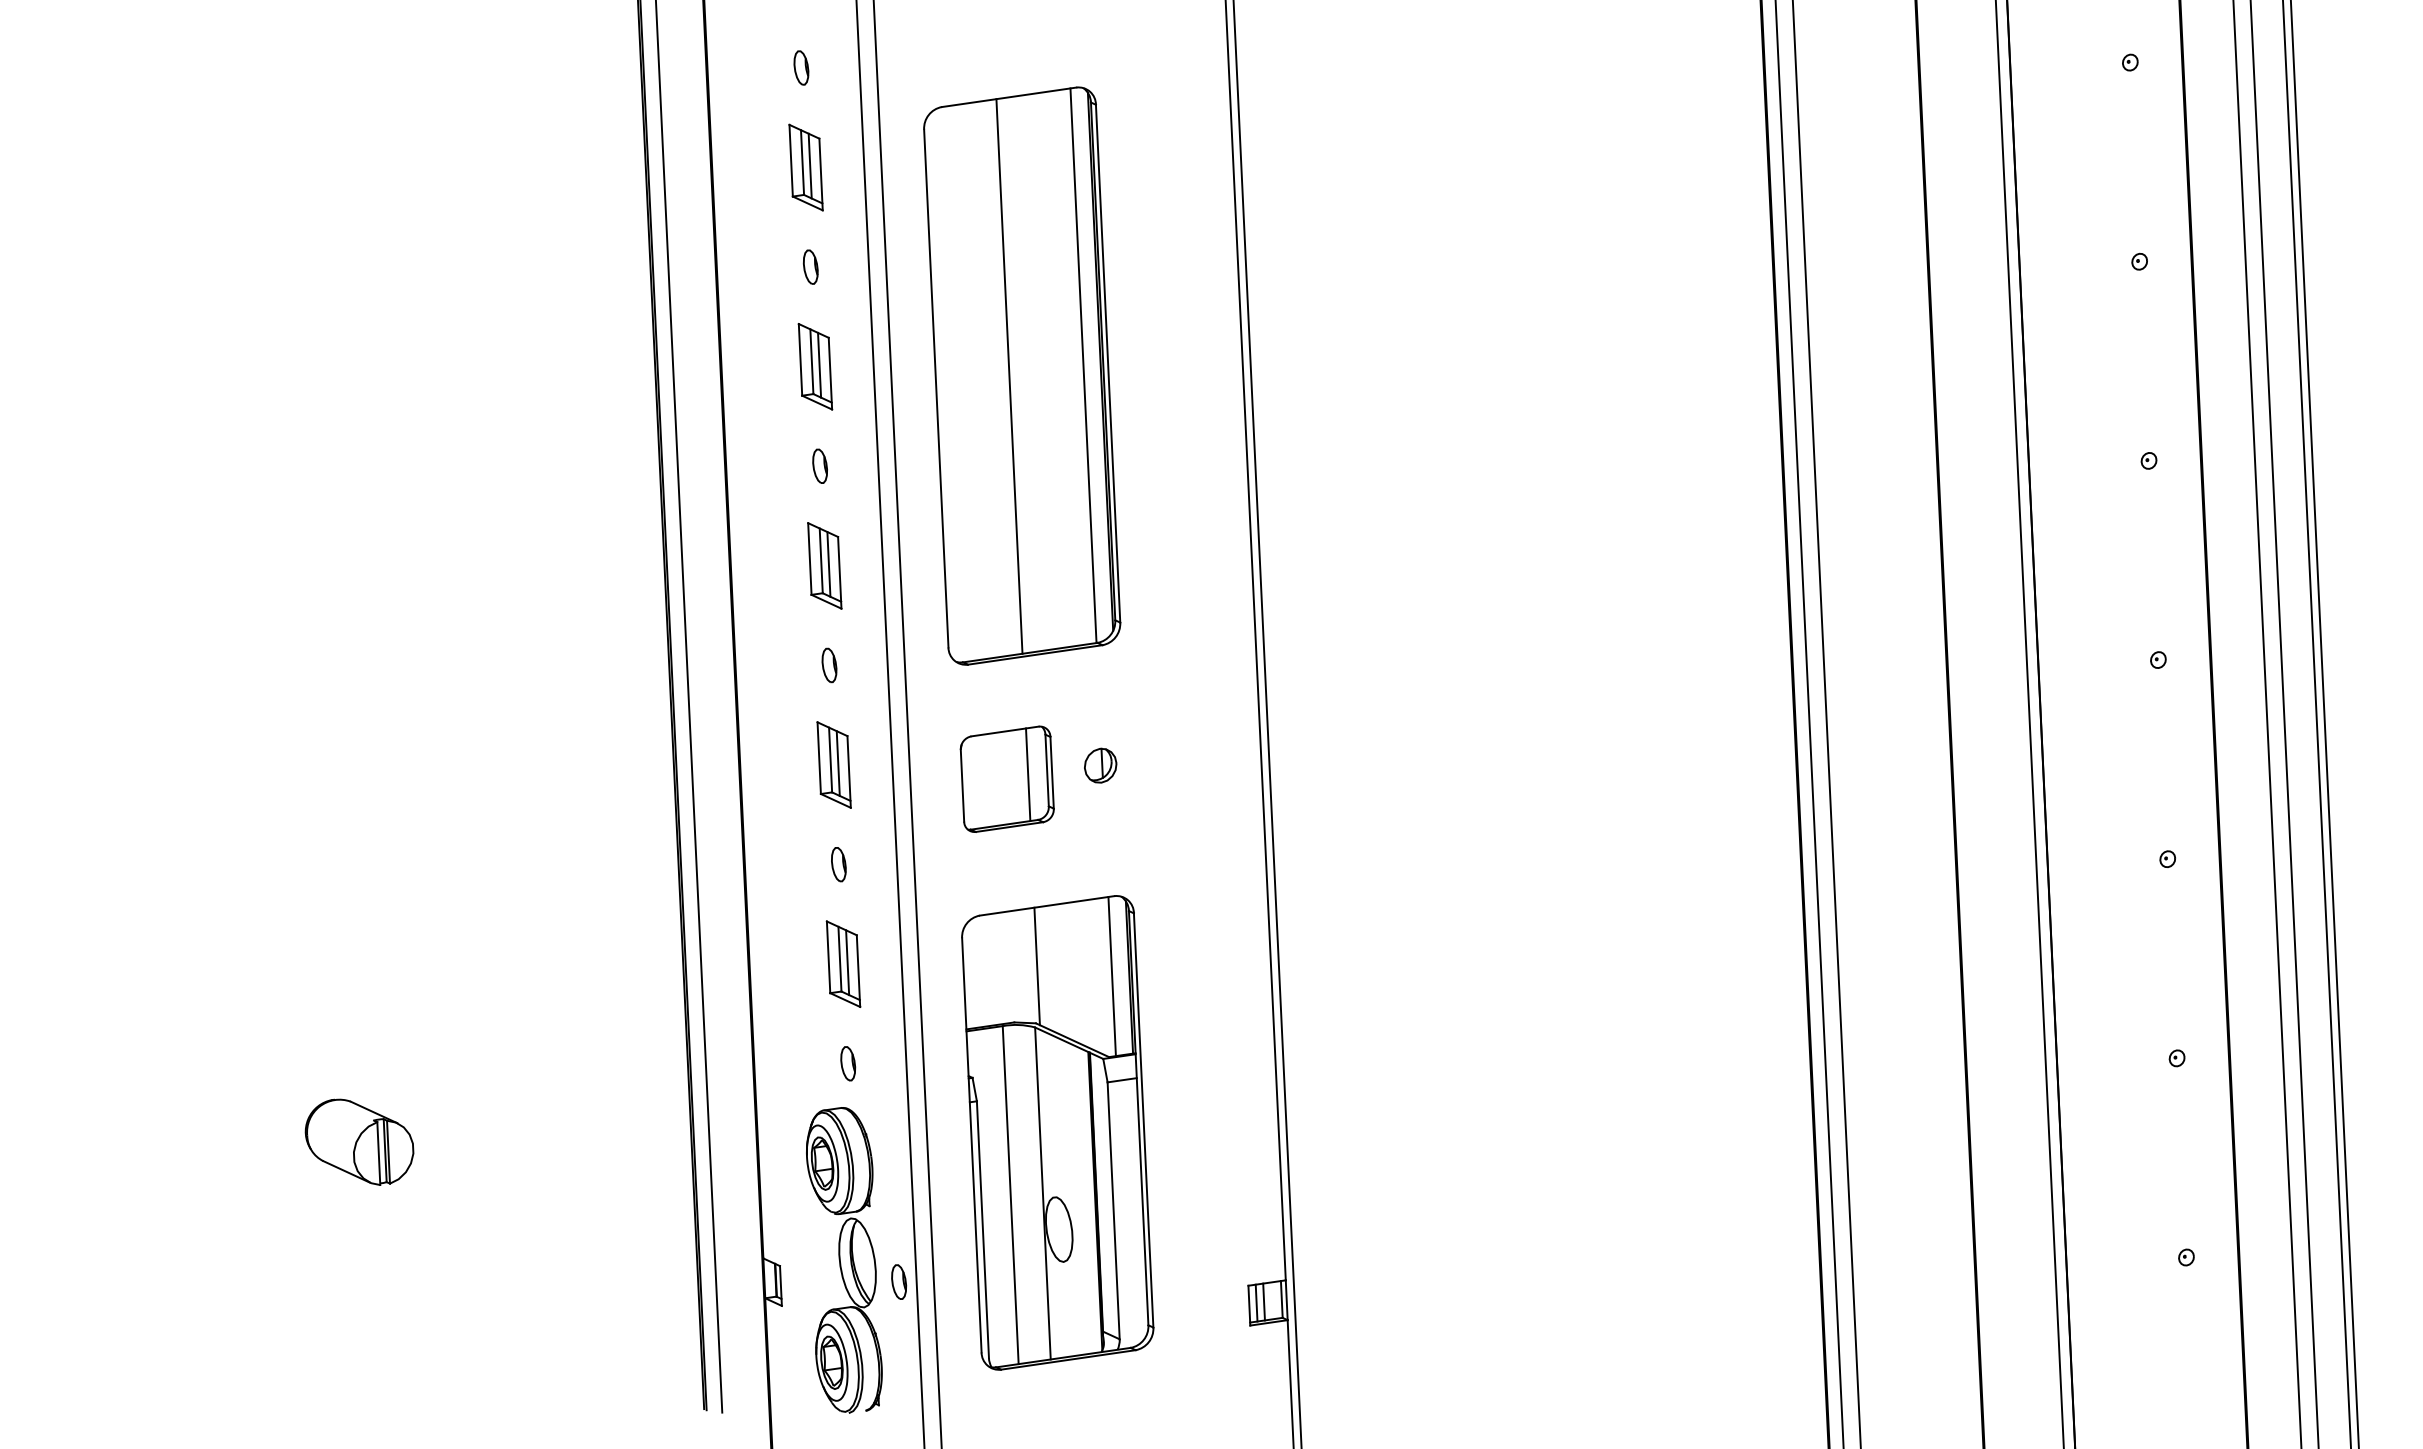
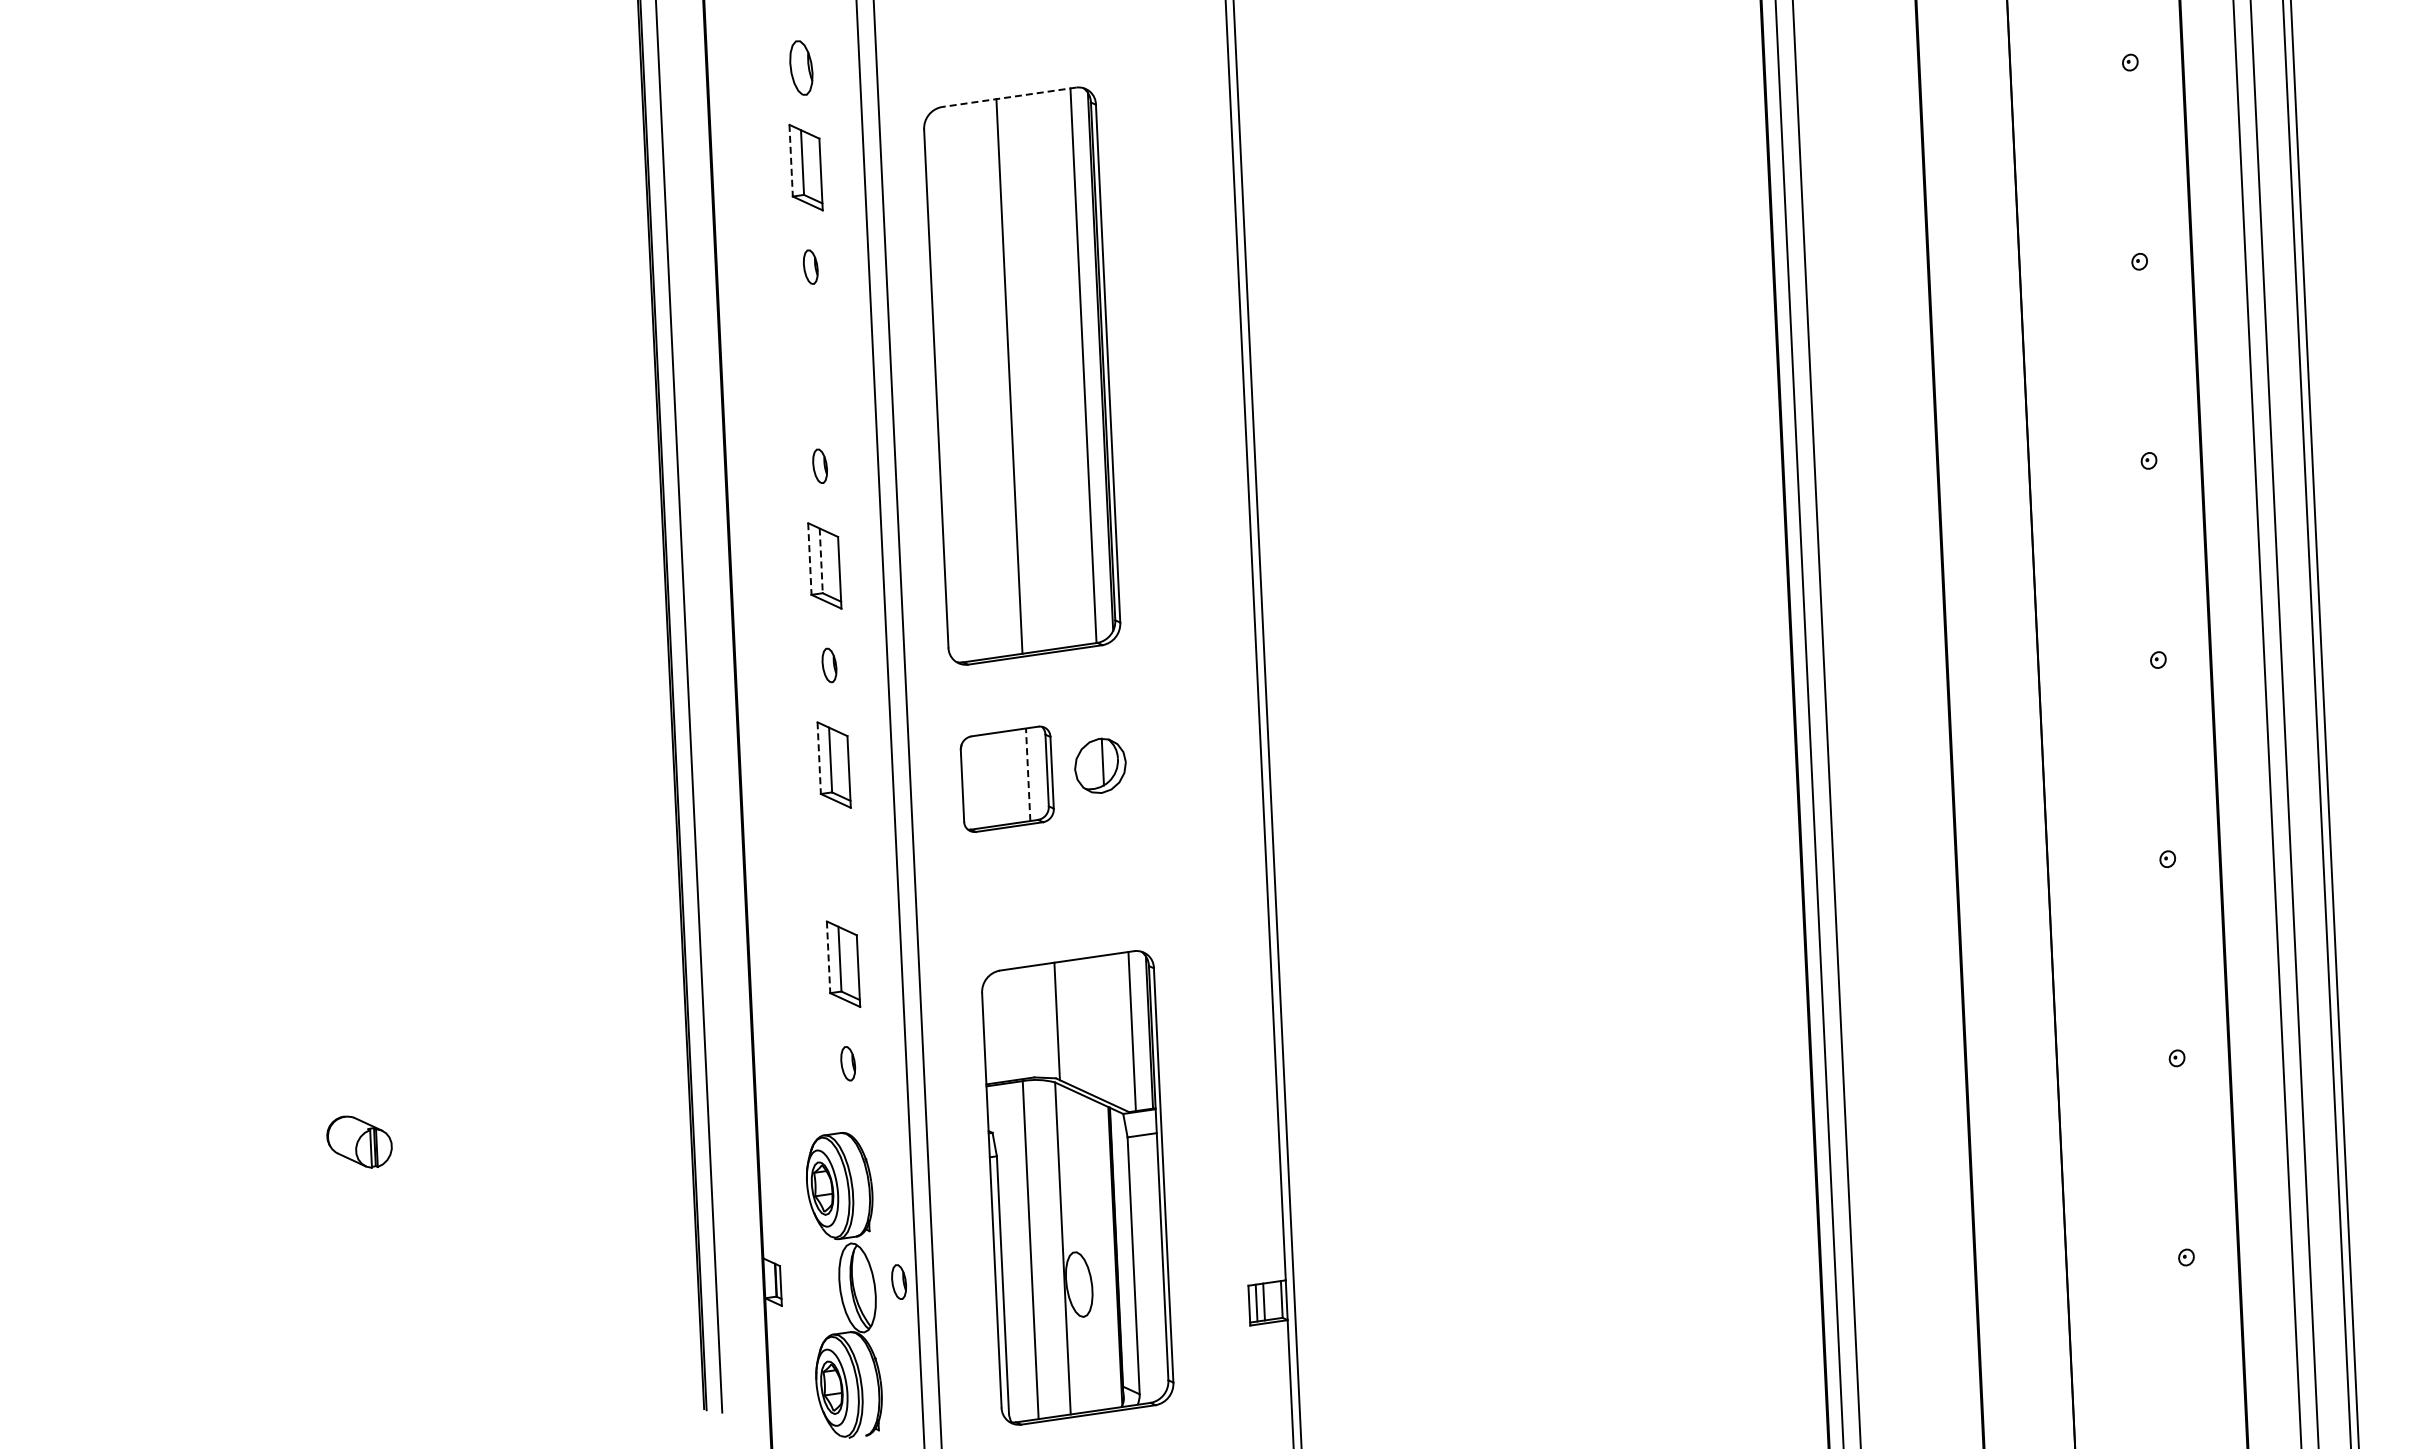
part at (801, 67) size: 17x36 px -> 25x56 px
line at (1009, 97): solid -> dashed
line at (791, 160): solid -> dashed
line at (809, 165): present -> none
part at (815, 366): present -> none
line at (809, 559): solid -> dashed
line at (821, 561): solid -> dashed
line at (828, 564): present -> none
line at (2029, 723): present -> none
line at (819, 758): solid -> dashed
line at (837, 763): present -> none
part at (1100, 765) size: 34x37 px -> 53x57 px
line at (1028, 774): solid -> dashed
part at (838, 864): present -> none
line at (828, 957): solid -> dashed
line at (847, 962): present -> none
part at (1057, 1132) position: (1057, 1132) -> (1077, 1187)
part at (359, 1141) size: 111x88 px -> 67x54 px
part at (844, 1260) position: (844, 1260) -> (844, 1285)
